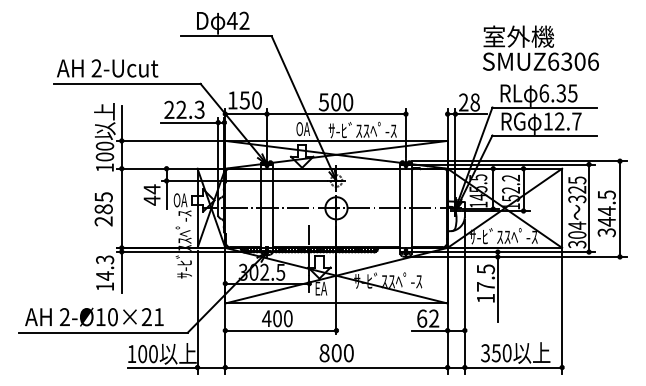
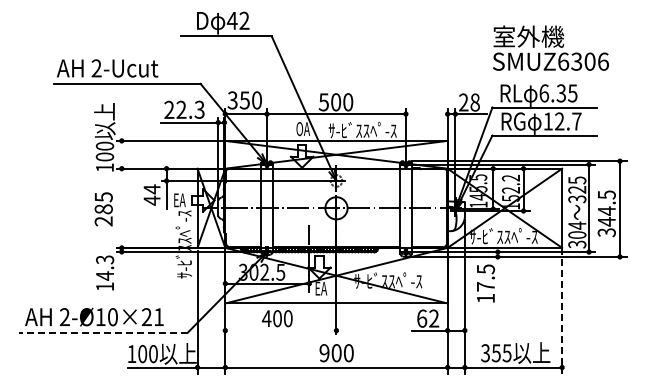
text at (540, 47) position: (540, 47) -> (550, 47)
text at (232, 100): 150 -> 350
line at (121, 199): present -> none
text at (180, 200): OA -> EA
line at (497, 287): present -> none
line at (562, 311): solid -> dashed
line at (280, 330): present -> none
line at (103, 332): solid -> dashed
text at (324, 353): 800 -> 900
text at (506, 353): 350 -> 355
